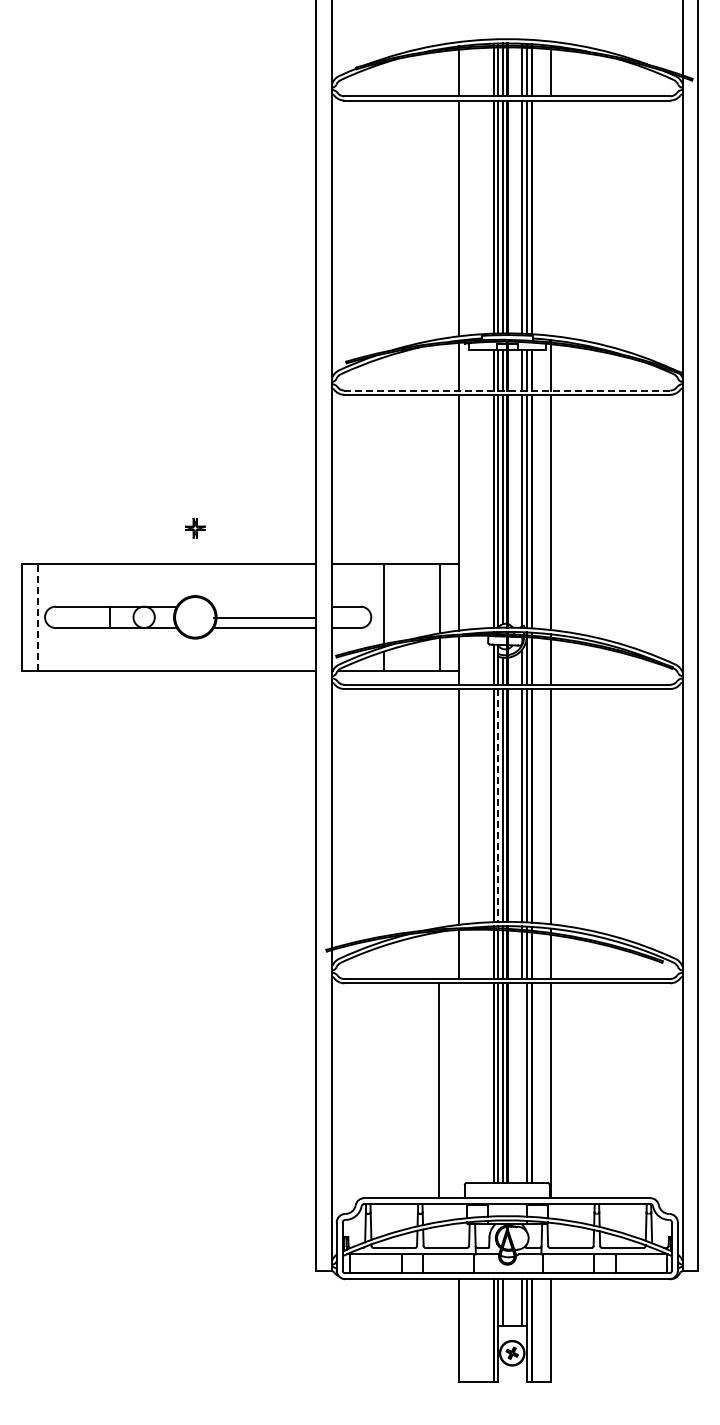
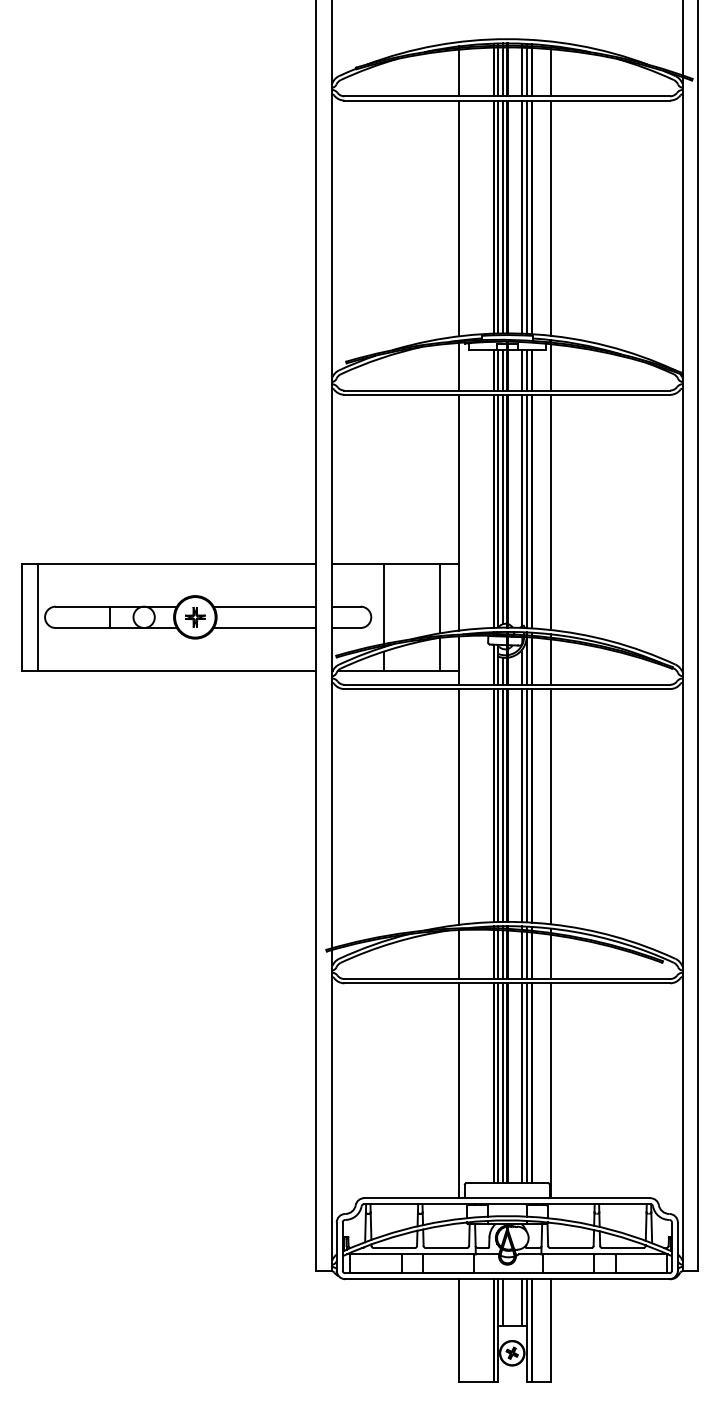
line at (550, 217): none -> present
line at (507, 390): dashed -> solid
part at (195, 528) position: (195, 528) -> (195, 617)
line at (38, 616): dashed -> solid
line at (264, 617) position: (264, 617) -> (264, 606)
line at (498, 806): dashed -> solid
line at (522, 1083): none -> present
line at (439, 1090) position: (439, 1090) -> (459, 1090)
